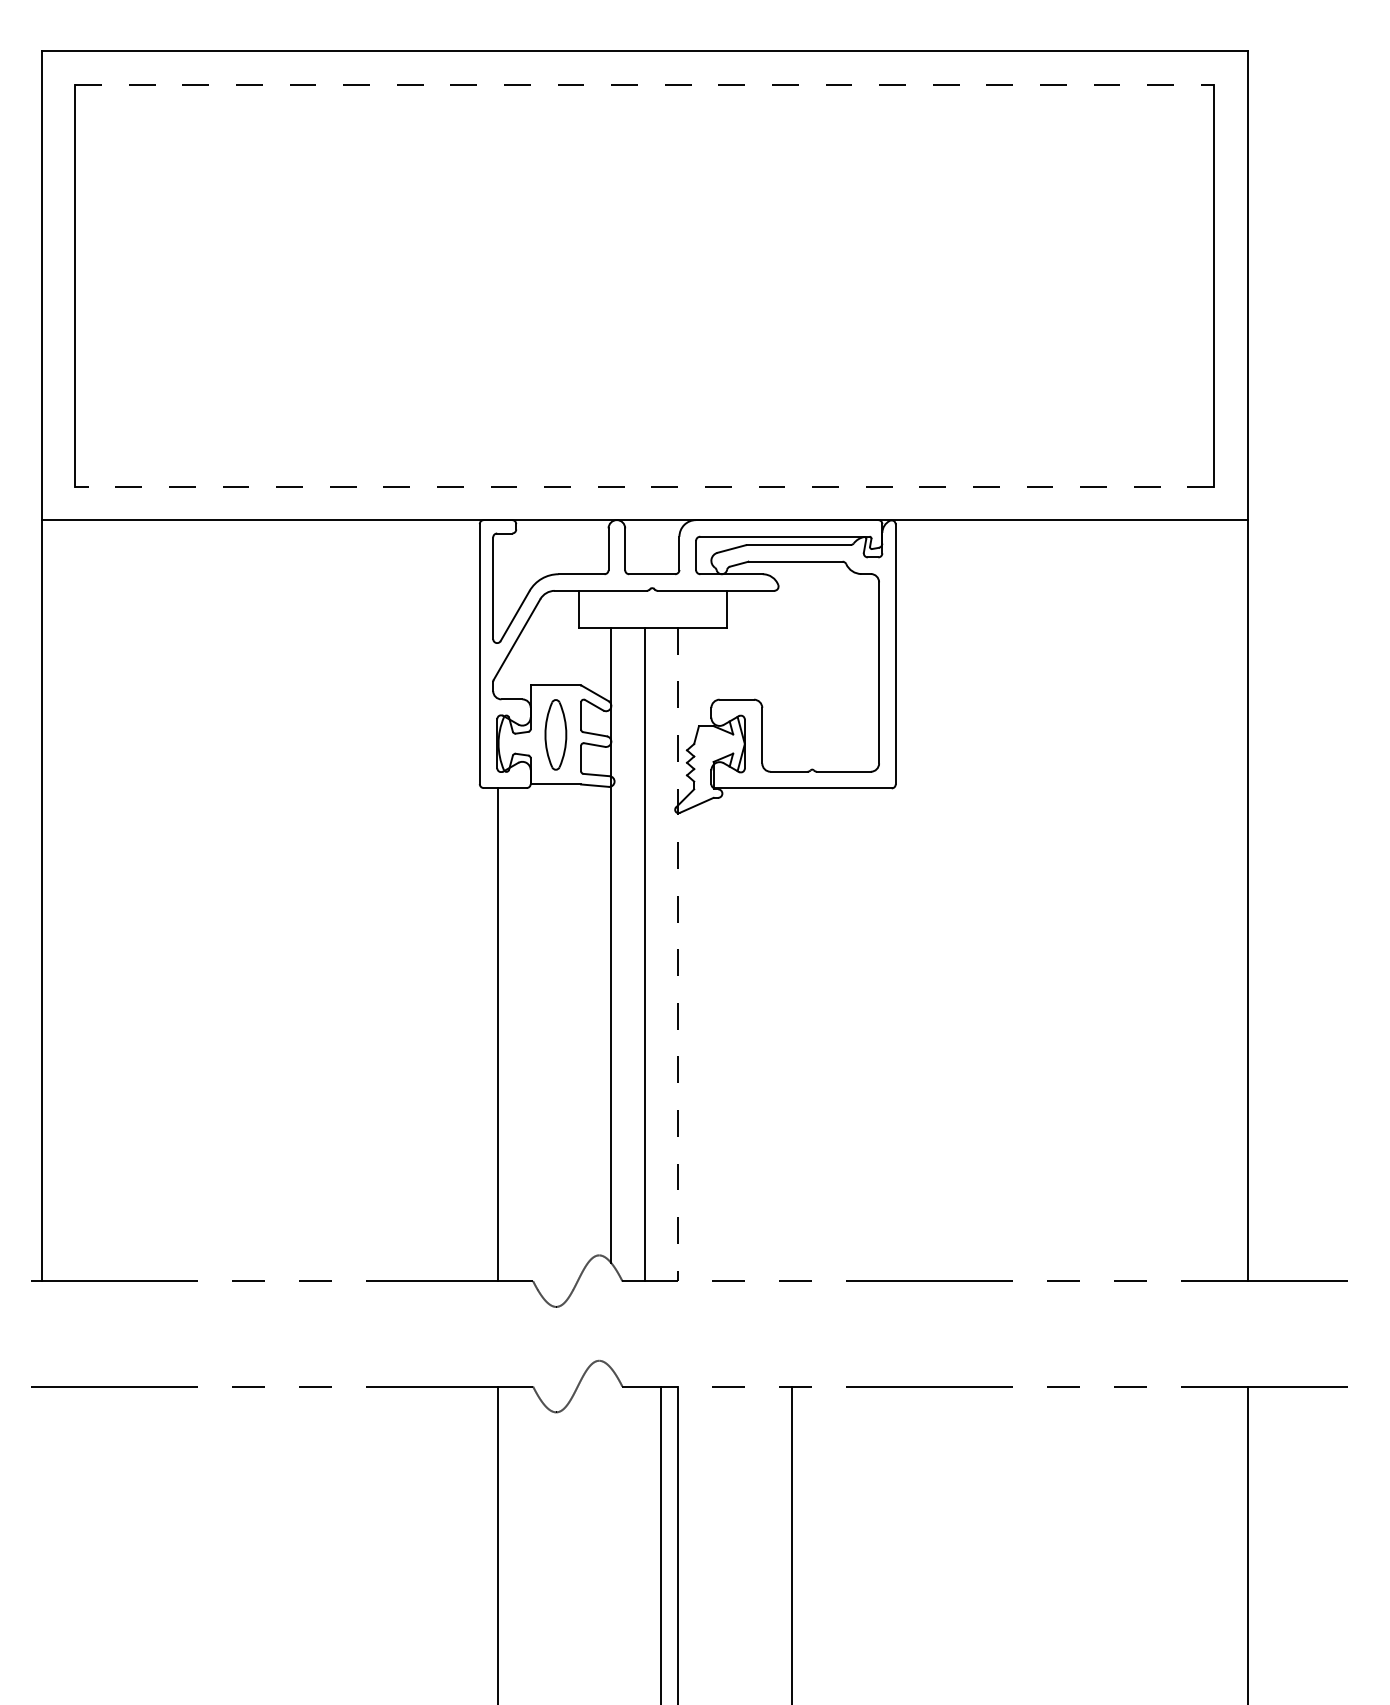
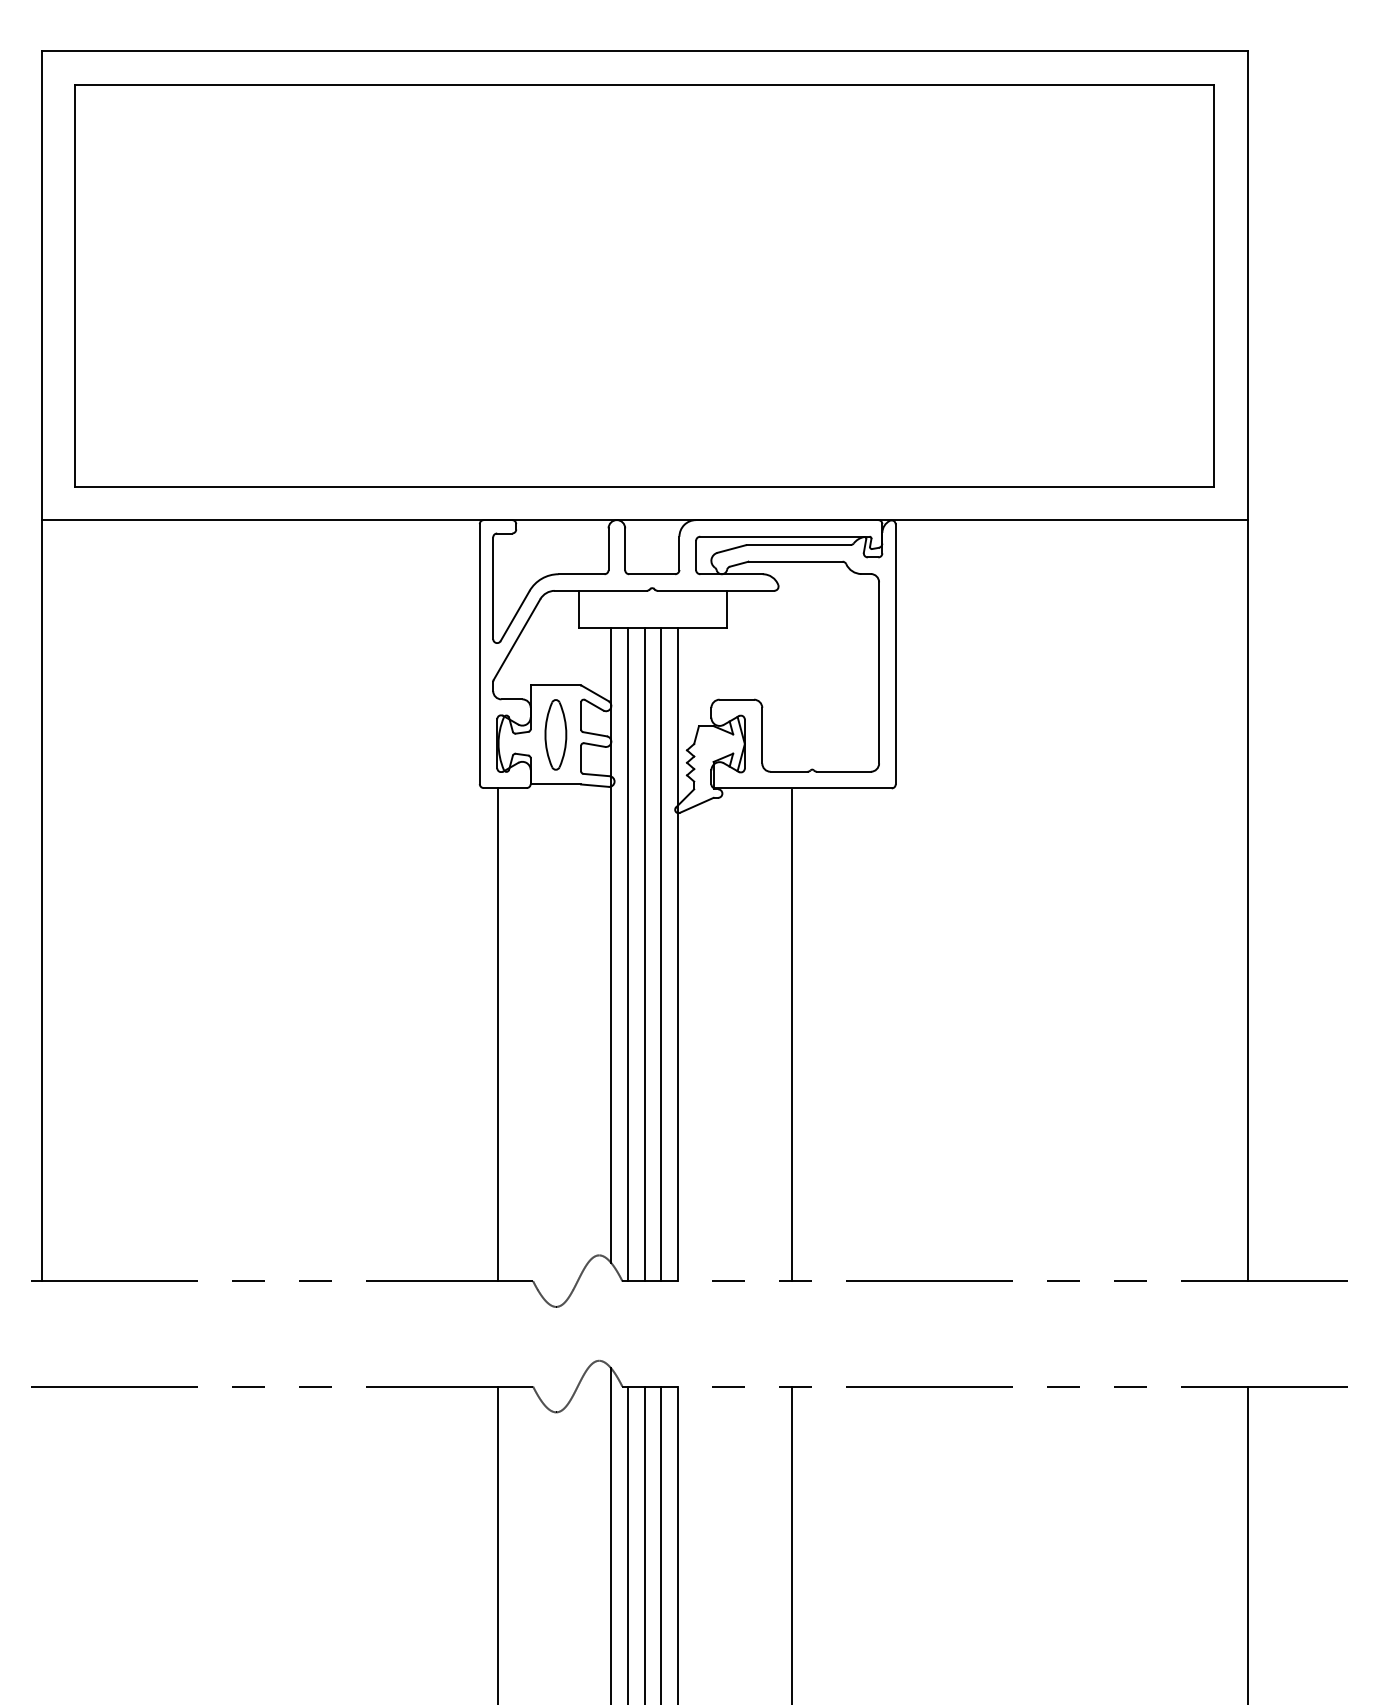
line at (645, 84): dashed -> solid
line at (644, 486): dashed -> solid
line at (627, 954): none -> present
line at (661, 954): none -> present
line at (678, 954): dashed -> solid
line at (791, 1035): none -> present
line at (611, 1534): none -> present
line at (627, 1543): none -> present
line at (644, 1543): none -> present
